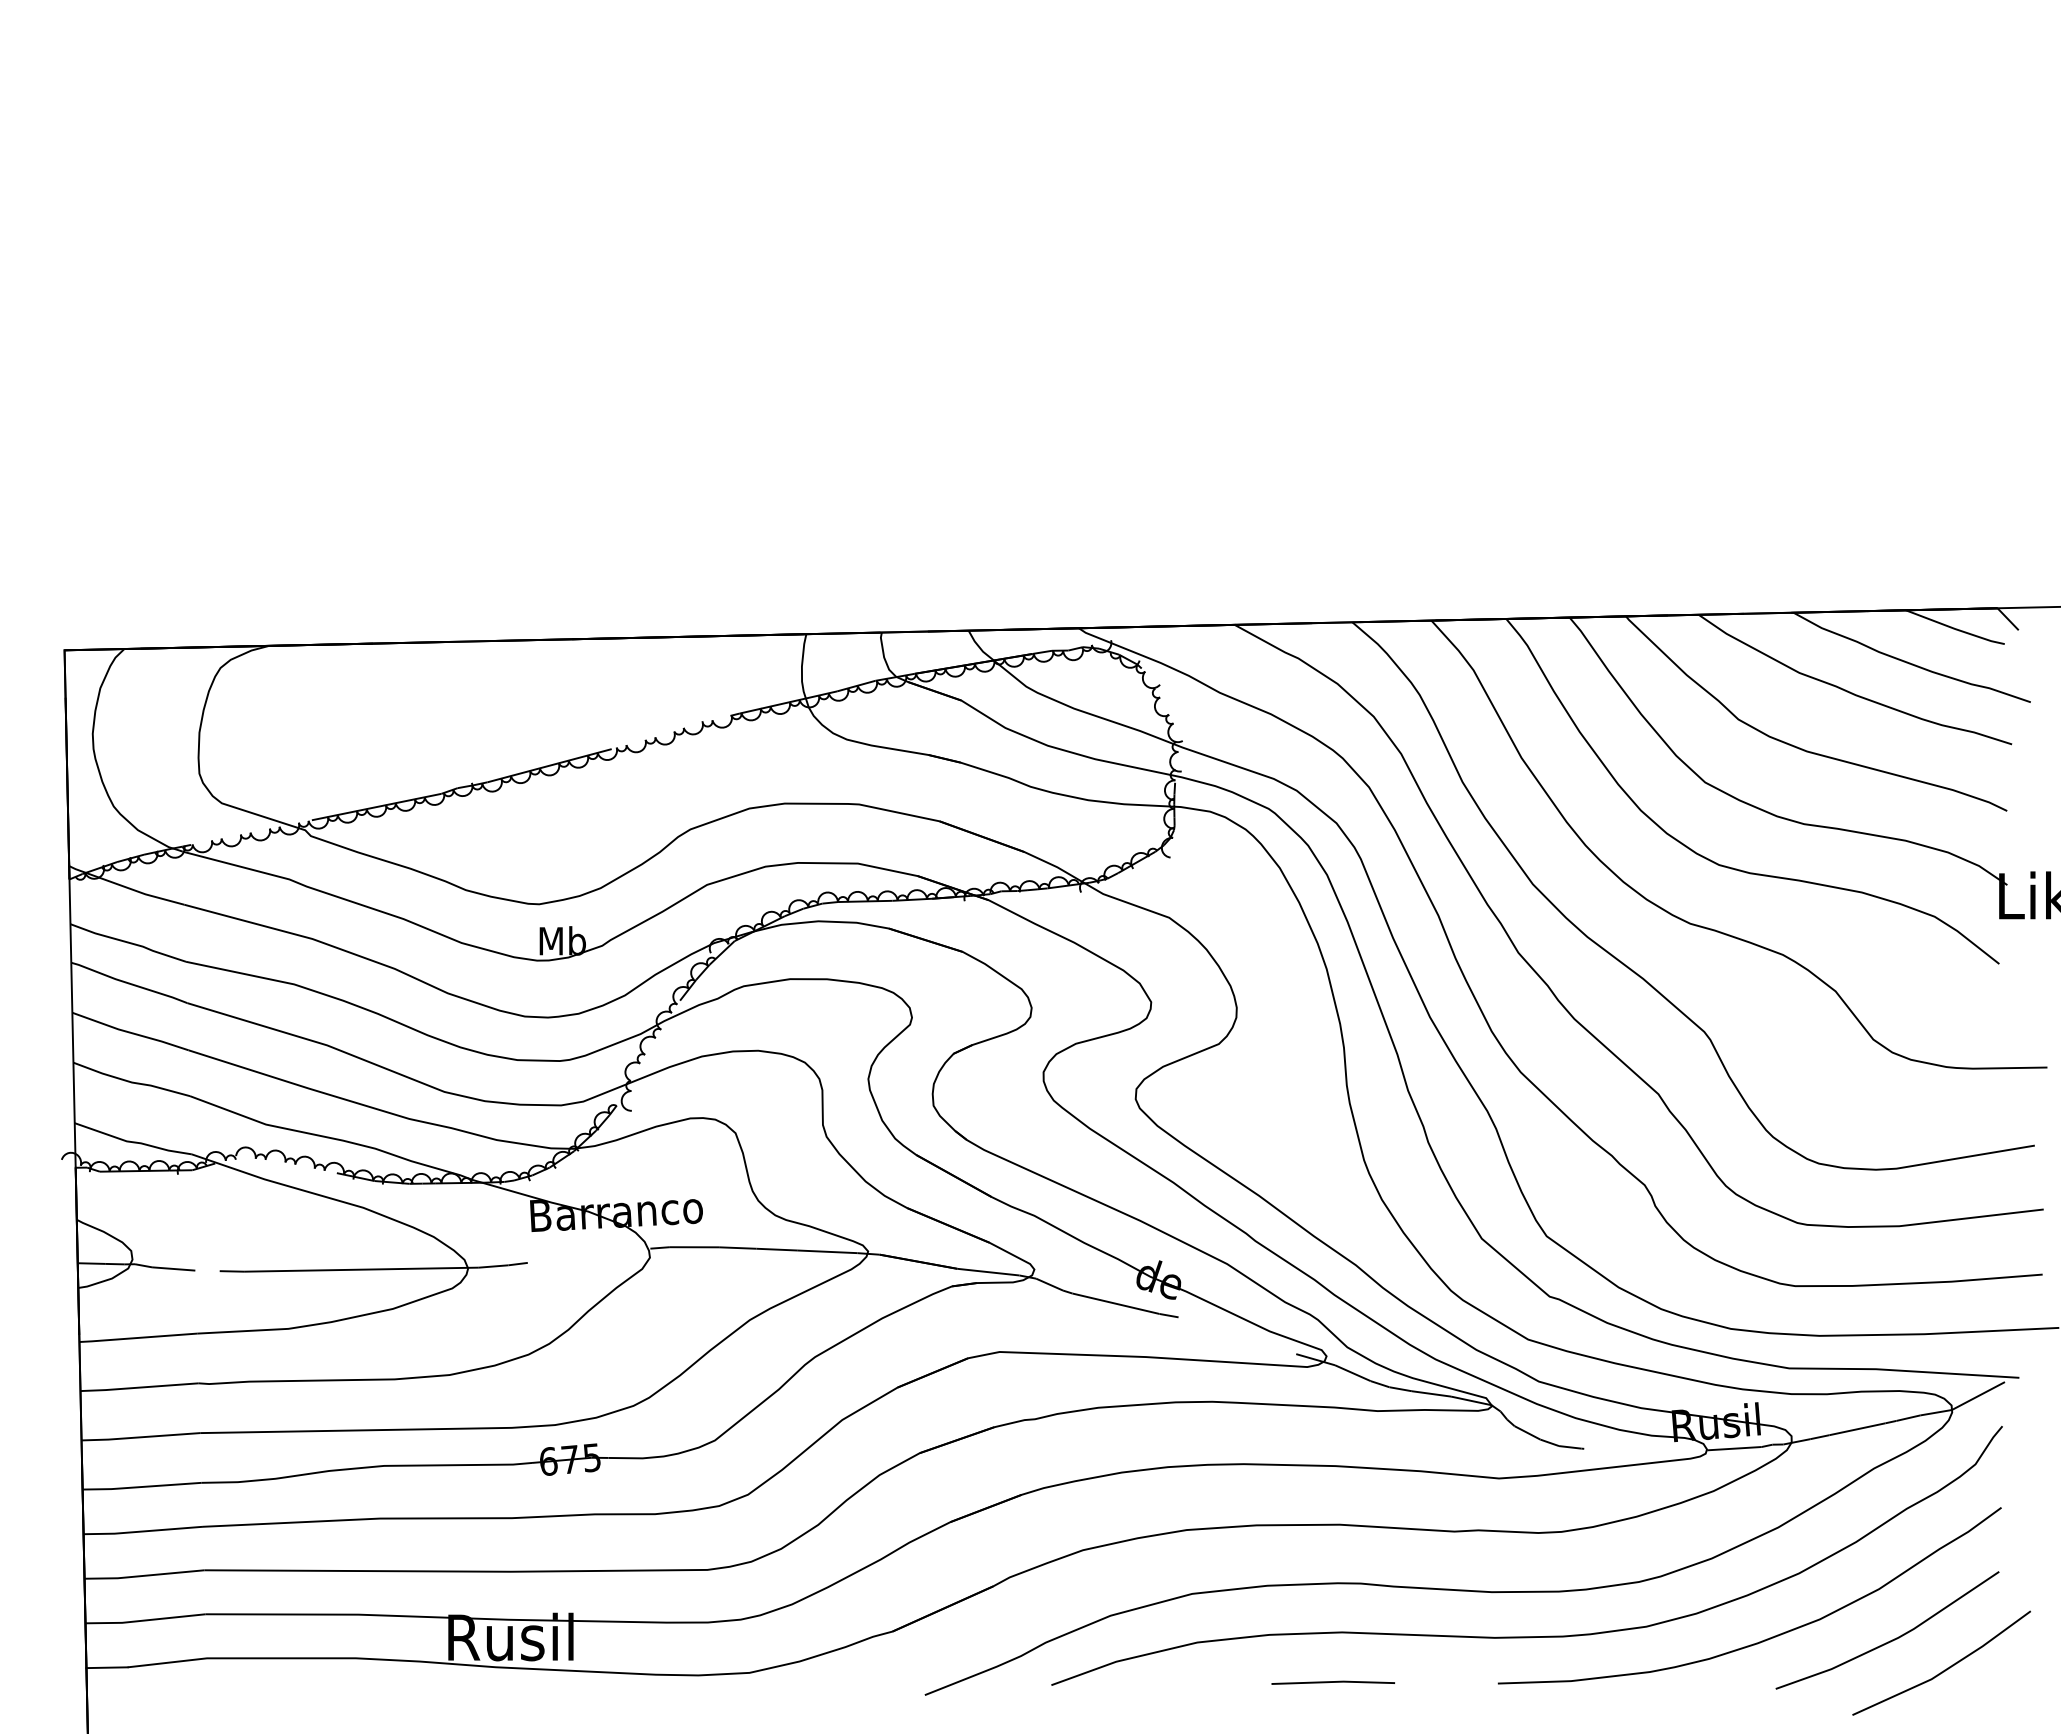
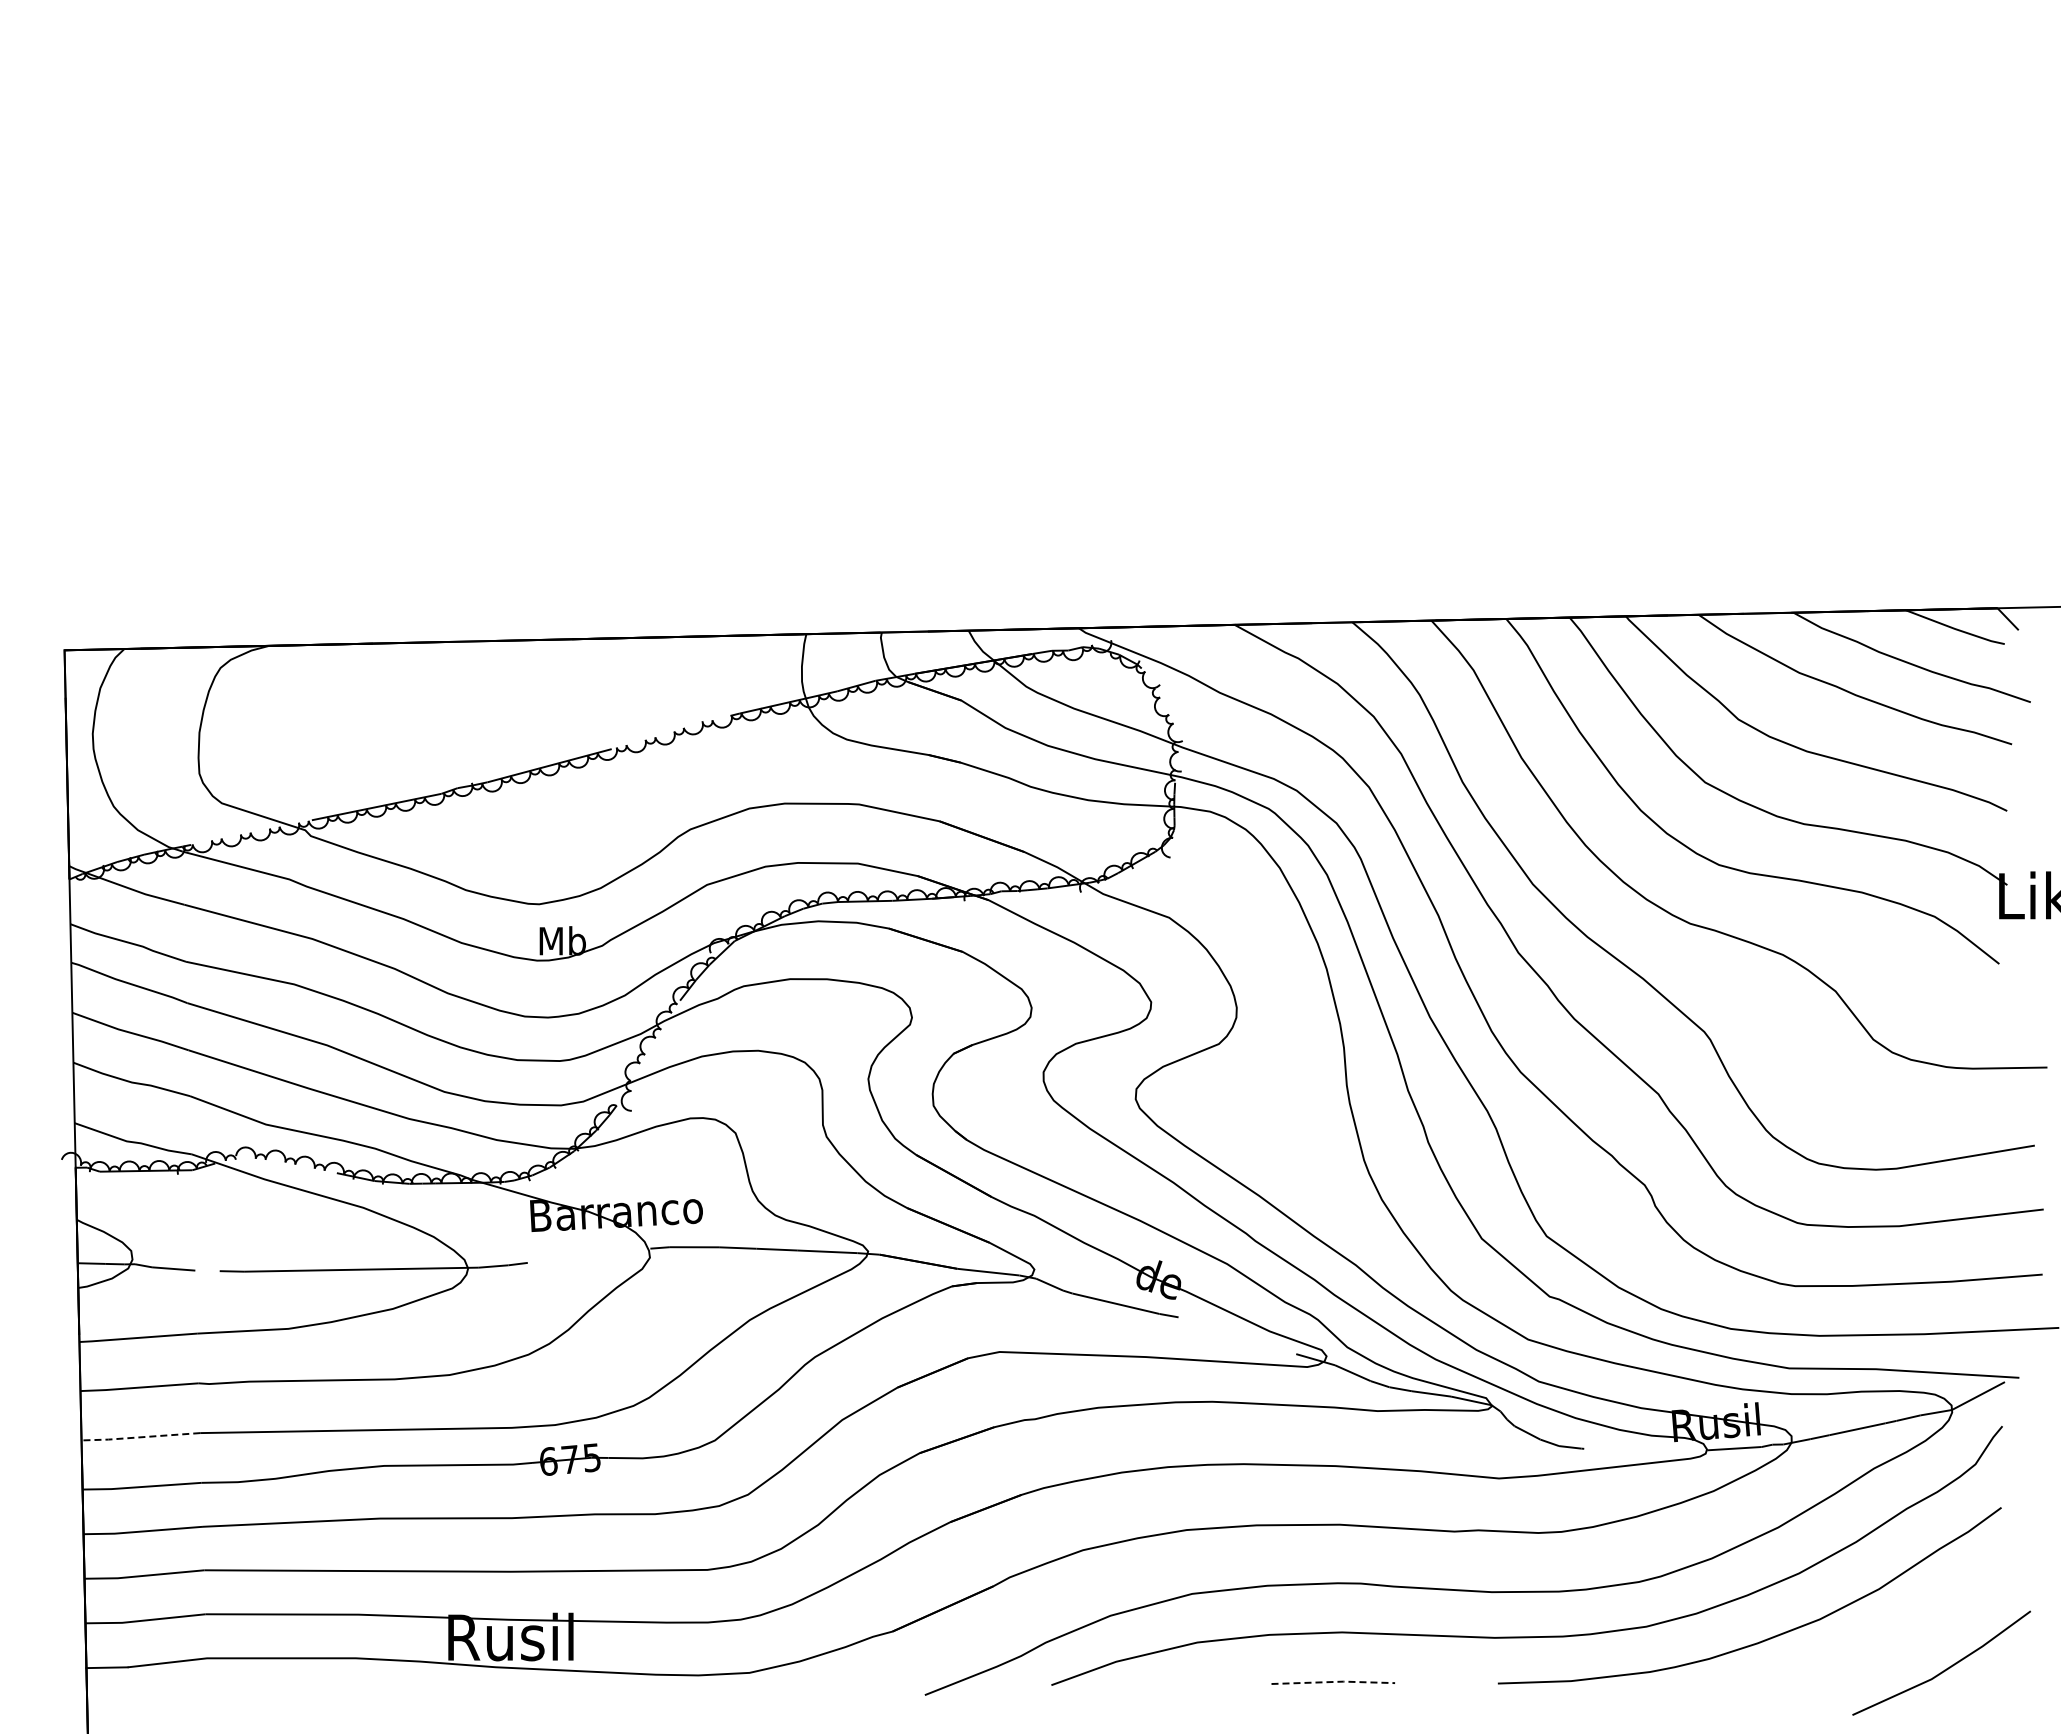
line at (139, 1437): solid -> dashed
line at (1892, 1639): present -> none
line at (1333, 1681): solid -> dashed
